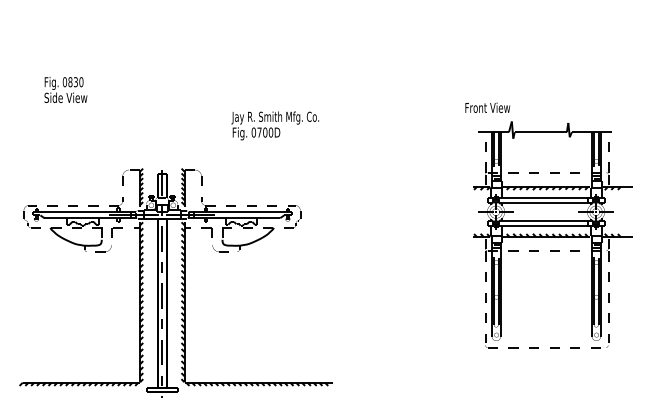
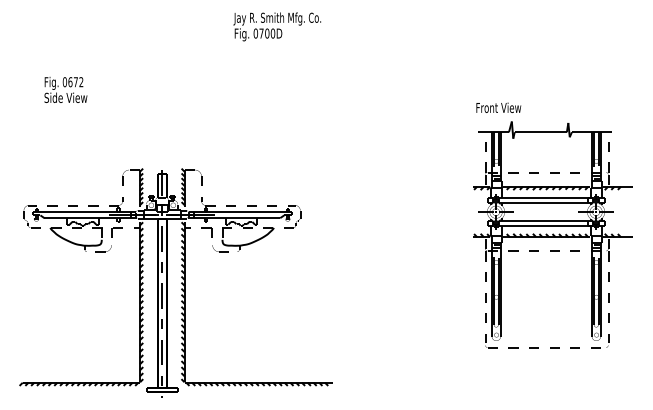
text at (75, 82): 0830 -> 0672
text at (487, 107) position: (487, 107) -> (498, 107)
text at (274, 125) position: (274, 125) -> (276, 26)
